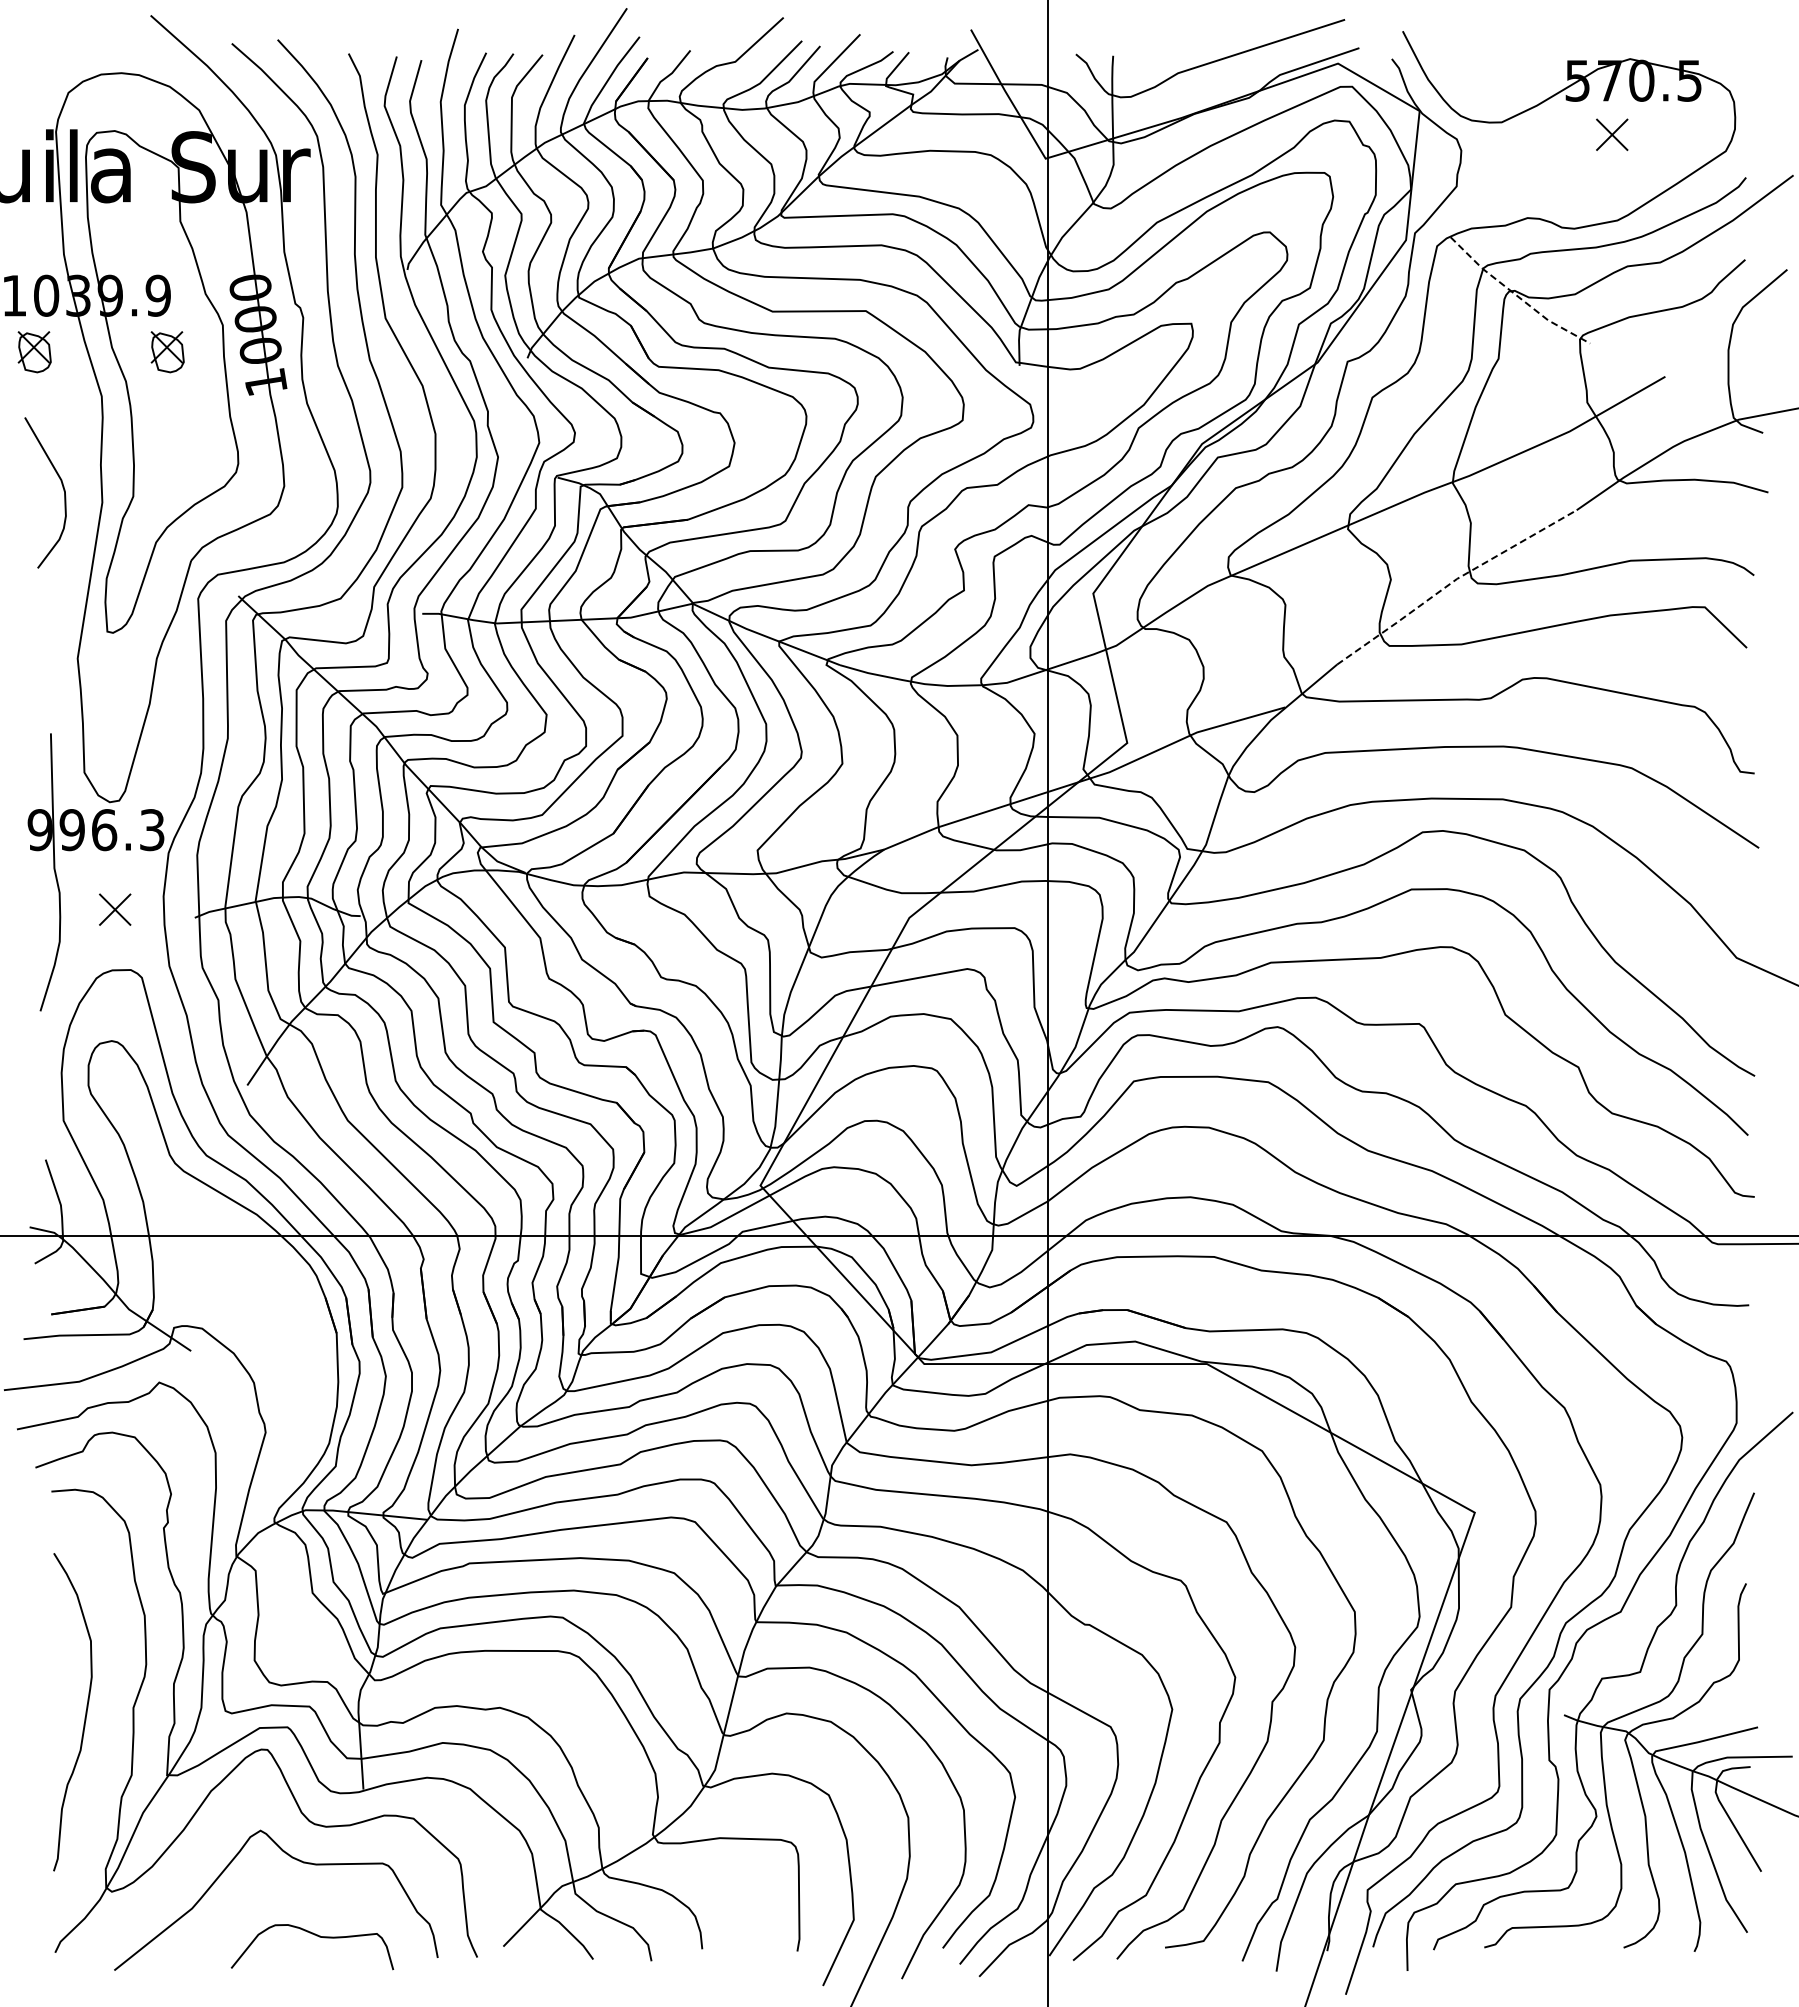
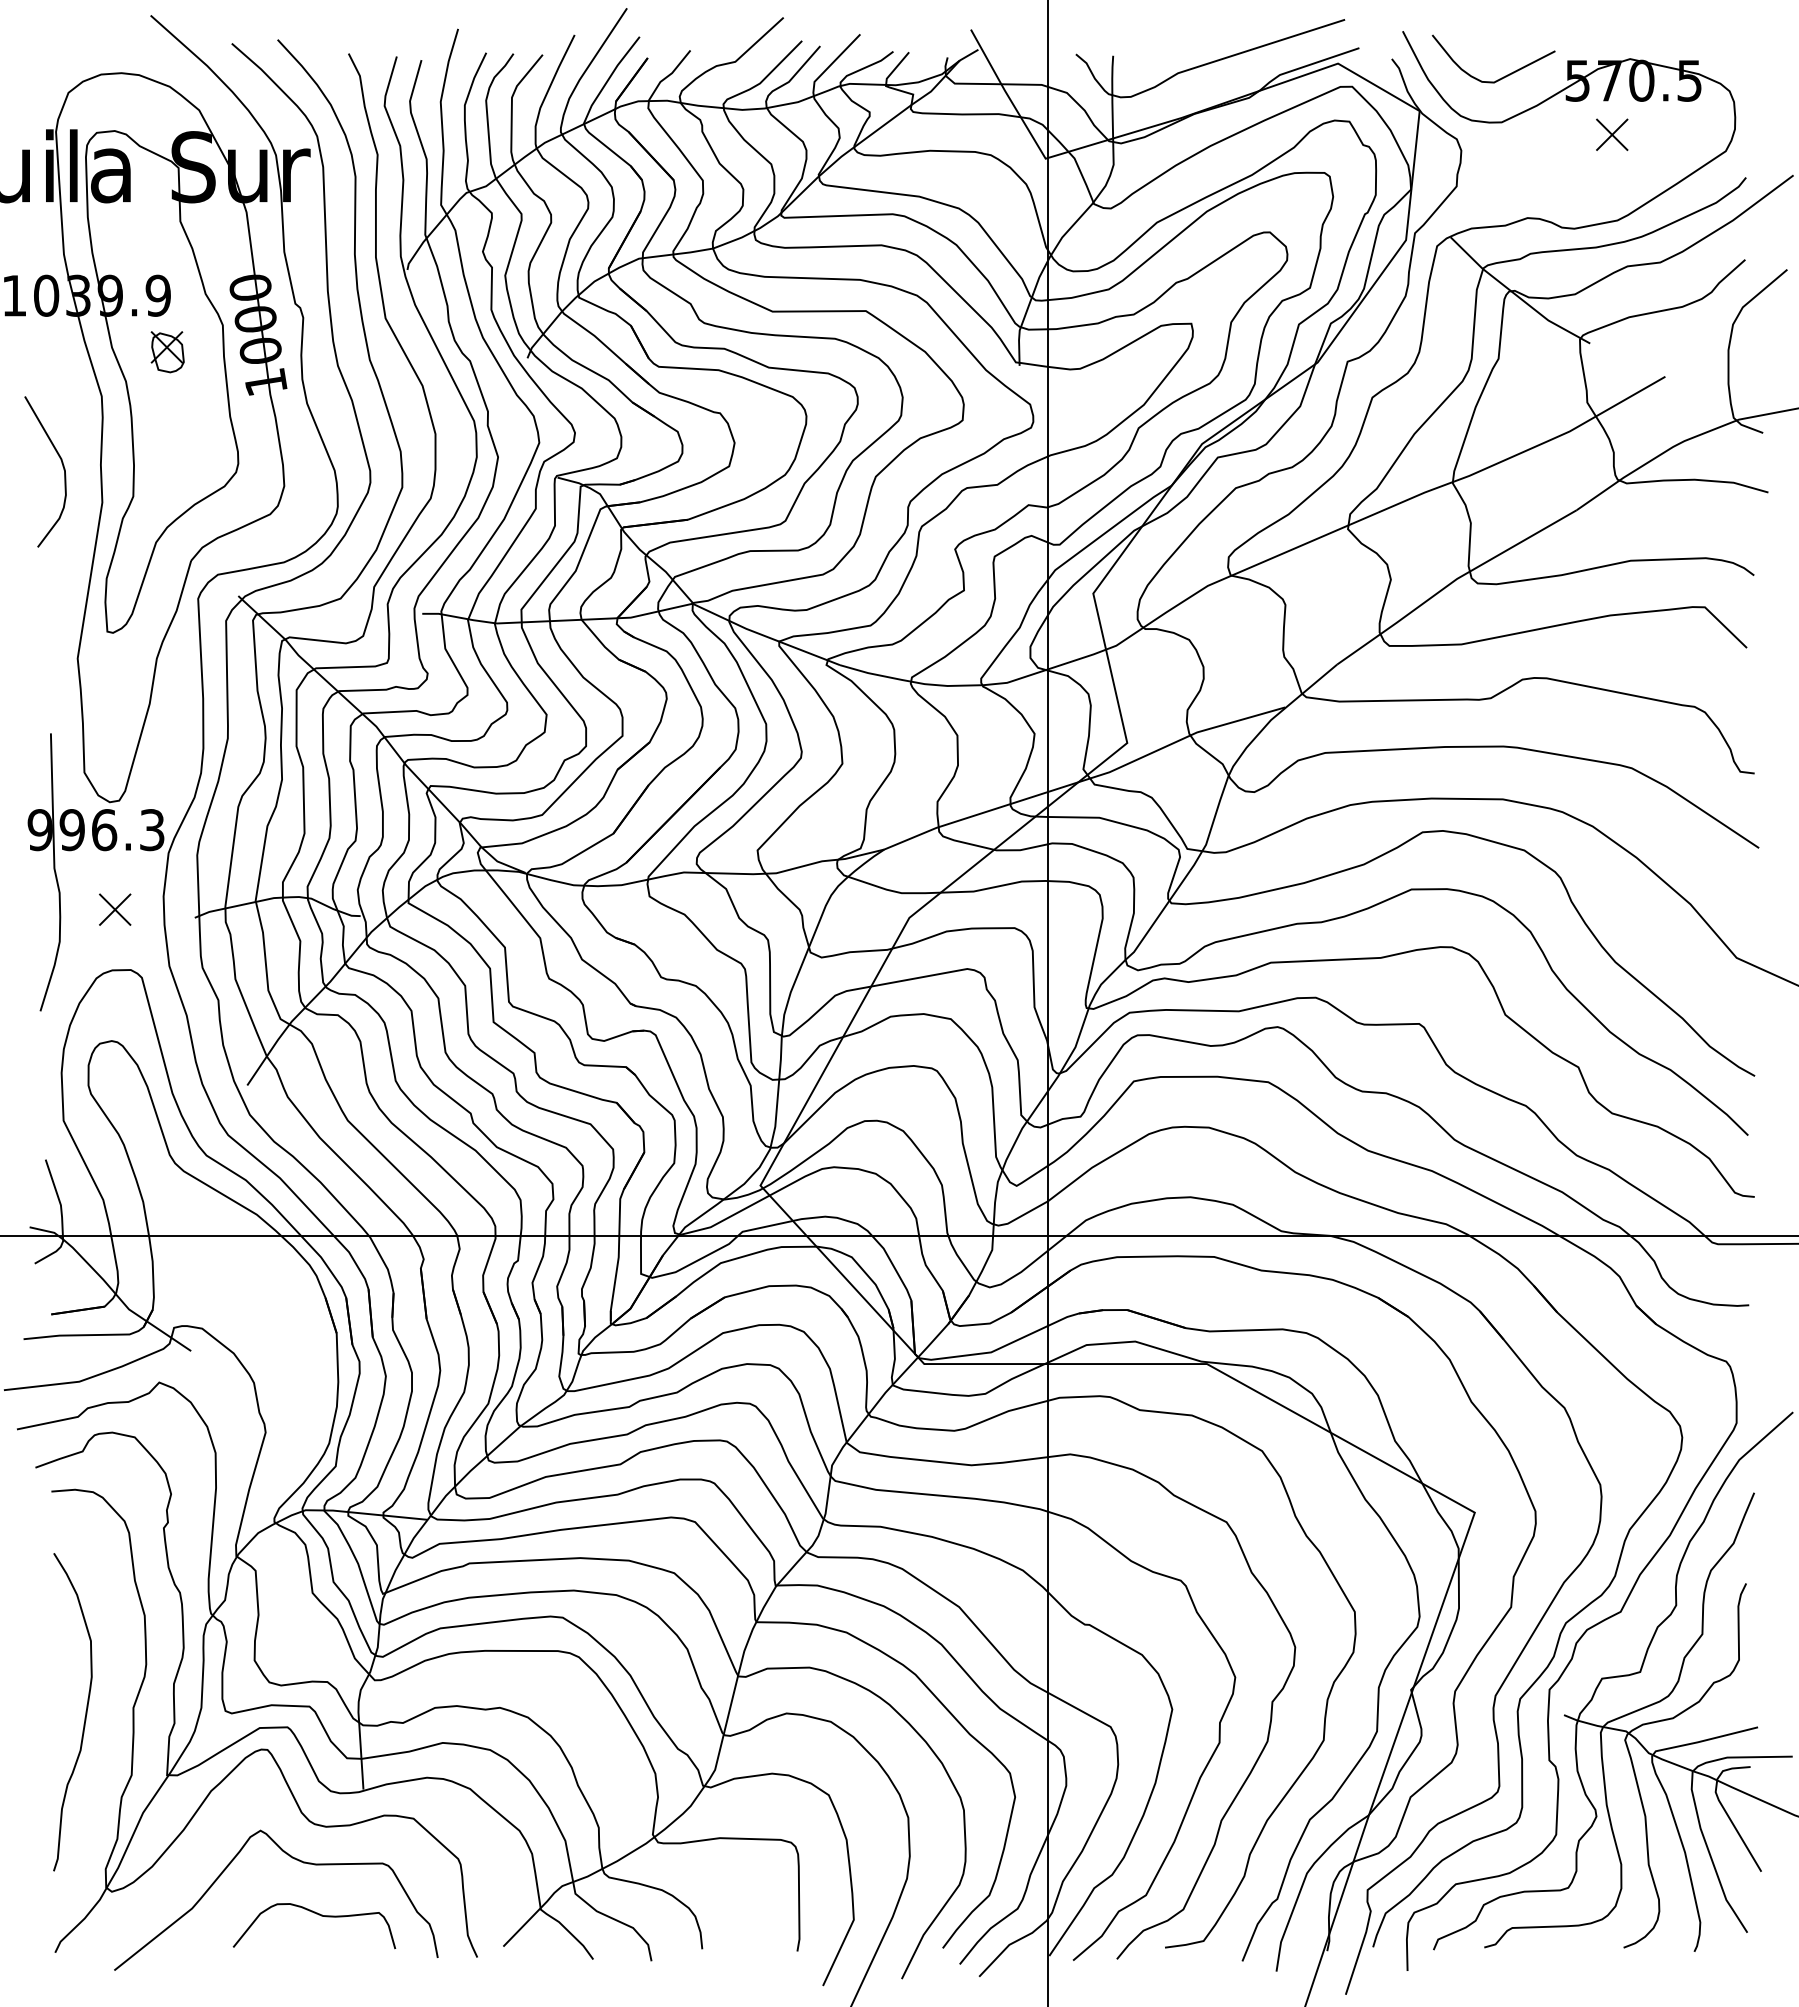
curve at (1503, 76): none -> present
line at (1517, 295): dashed -> solid
part at (34, 352): present -> none
curve at (62, 487) position: (62, 487) -> (62, 466)
line at (1453, 581): dashed -> solid
curve at (316, 1936) position: (316, 1936) -> (318, 1915)
